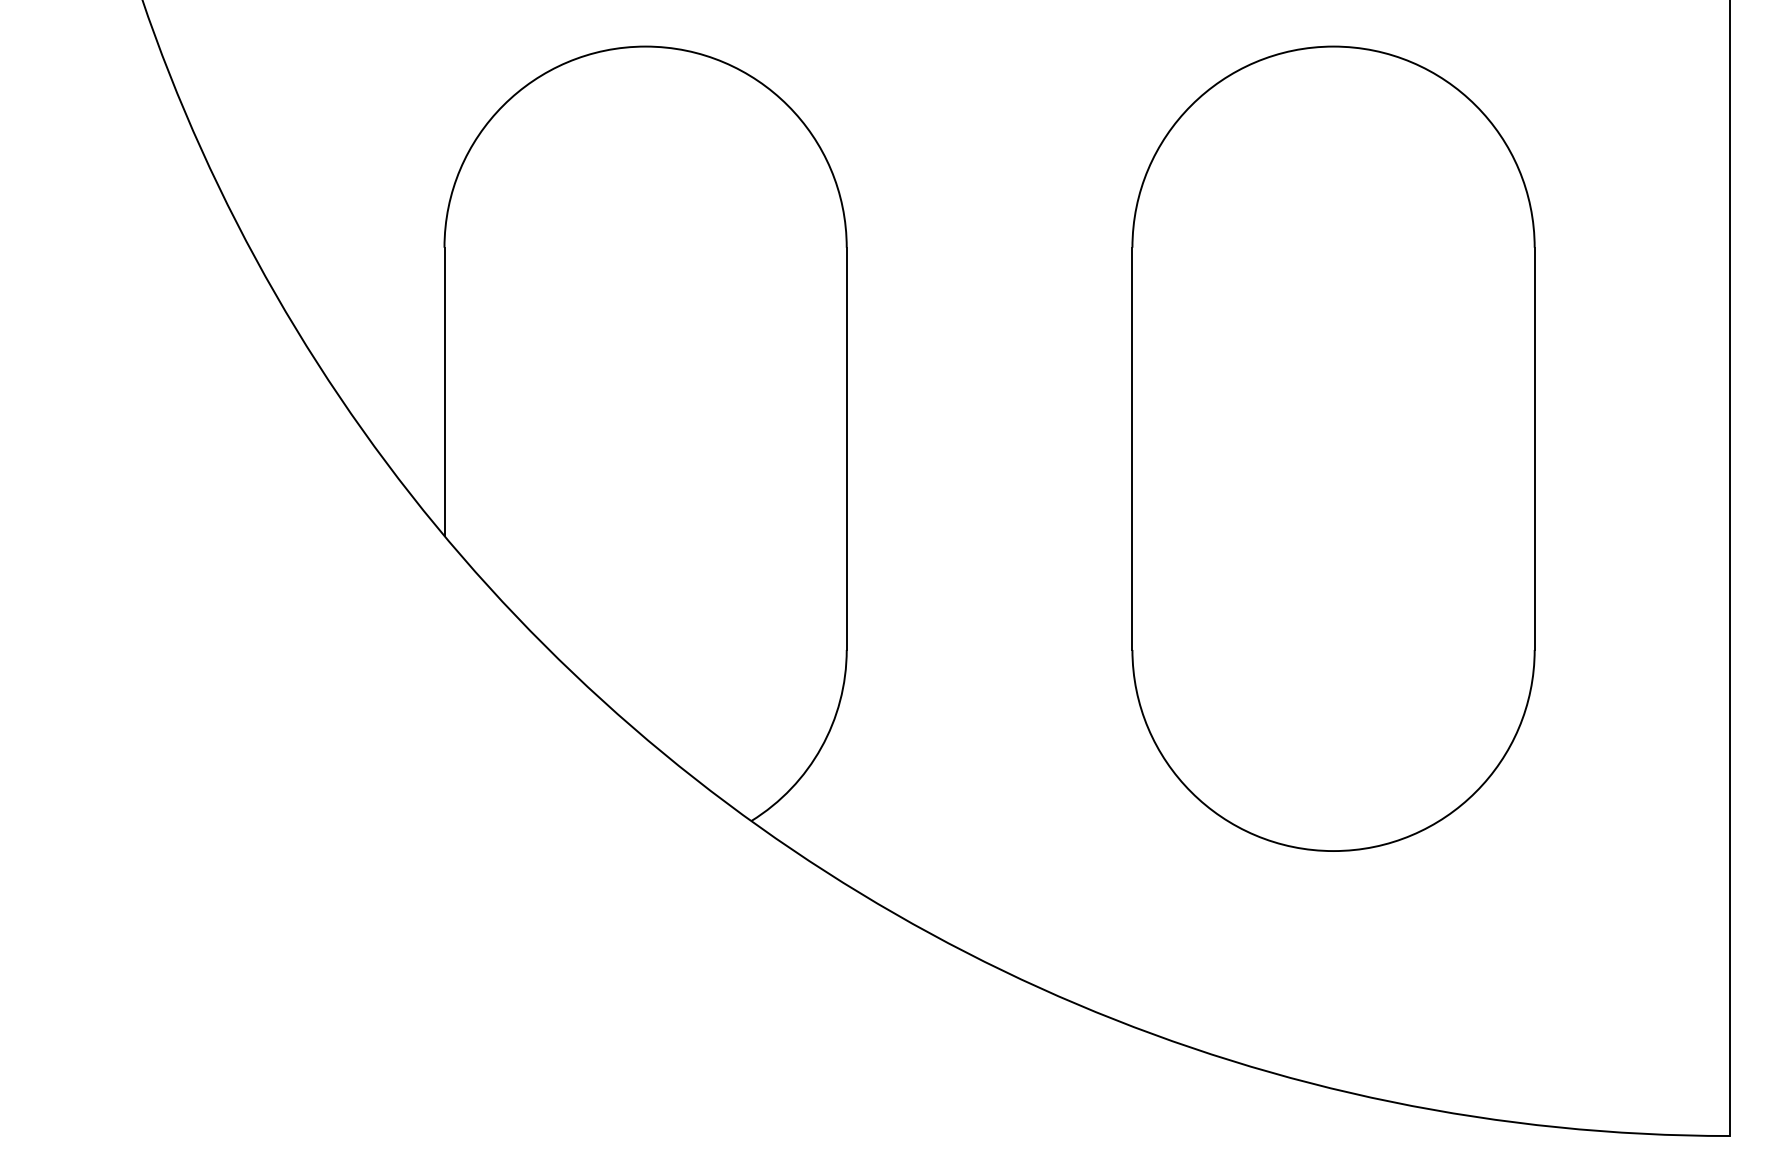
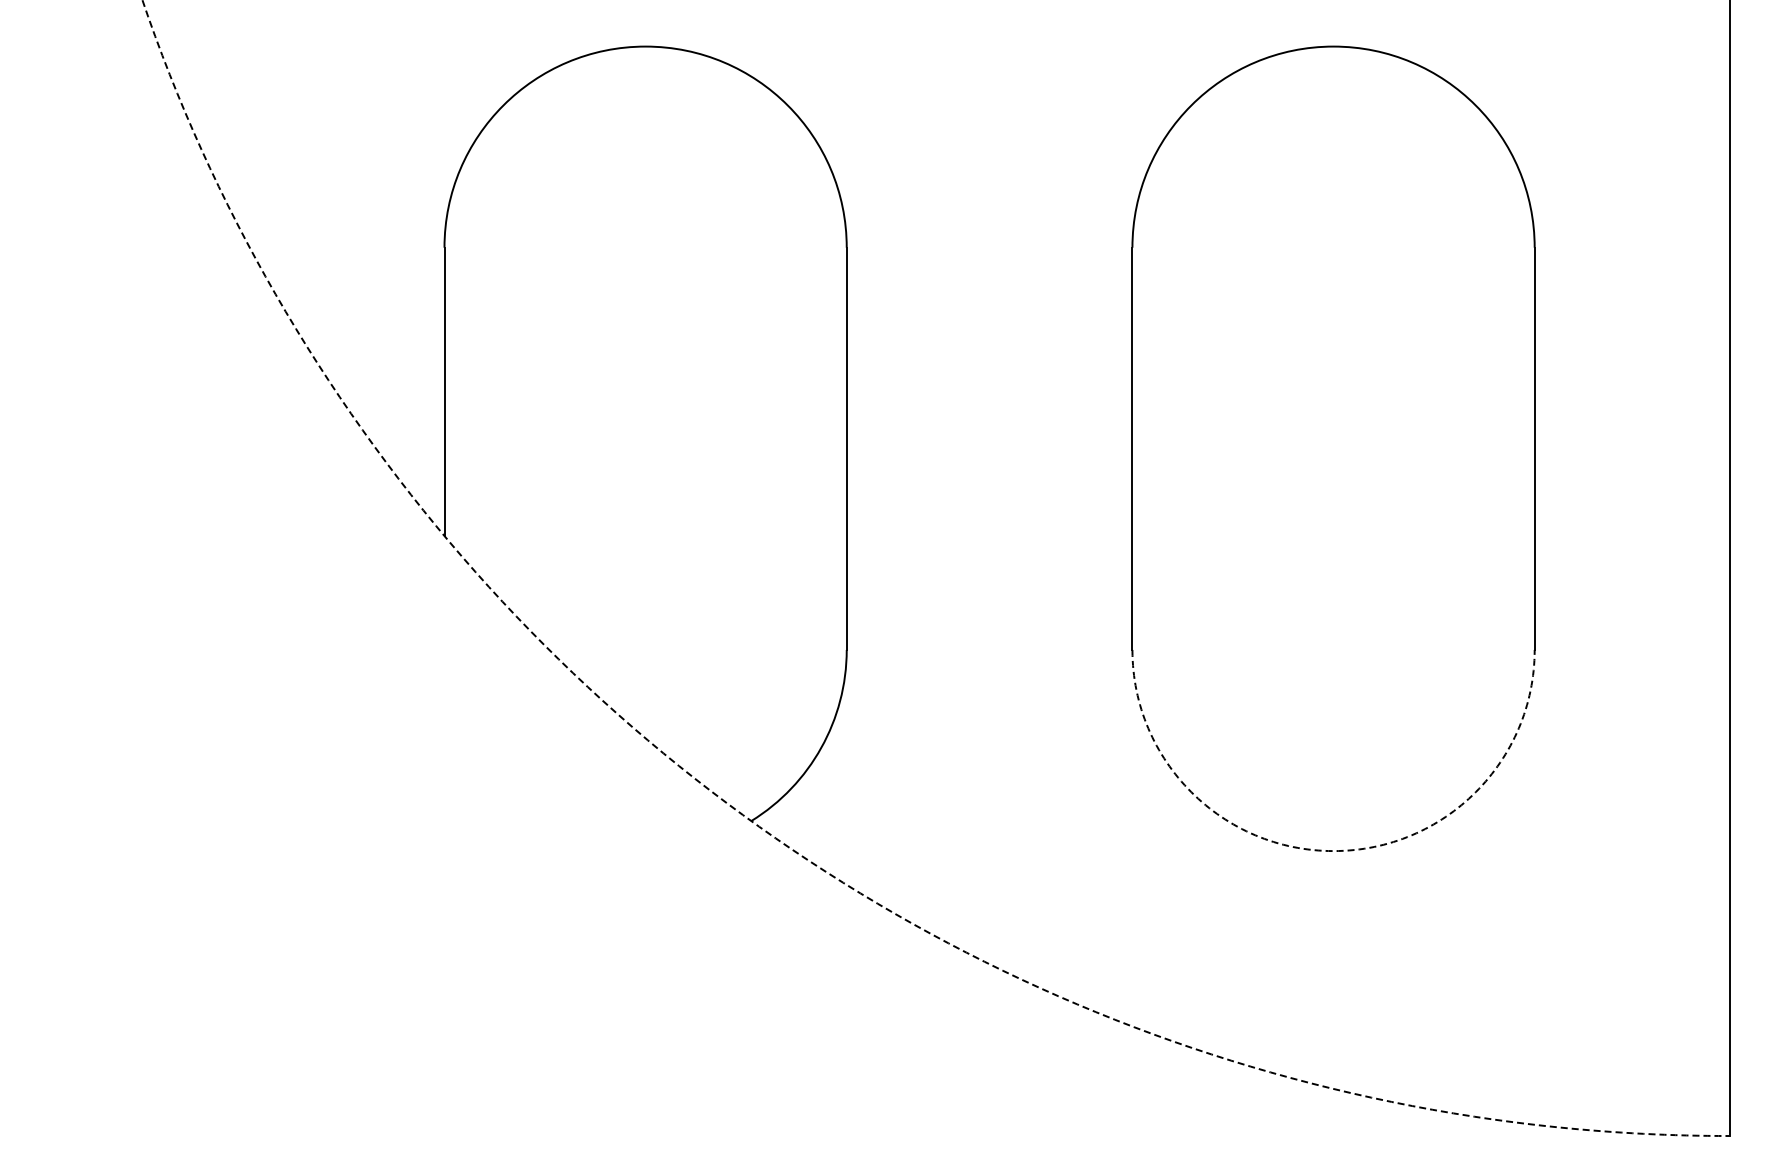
arc at (752, 822): solid -> dashed
arc at (1333, 851): solid -> dashed
